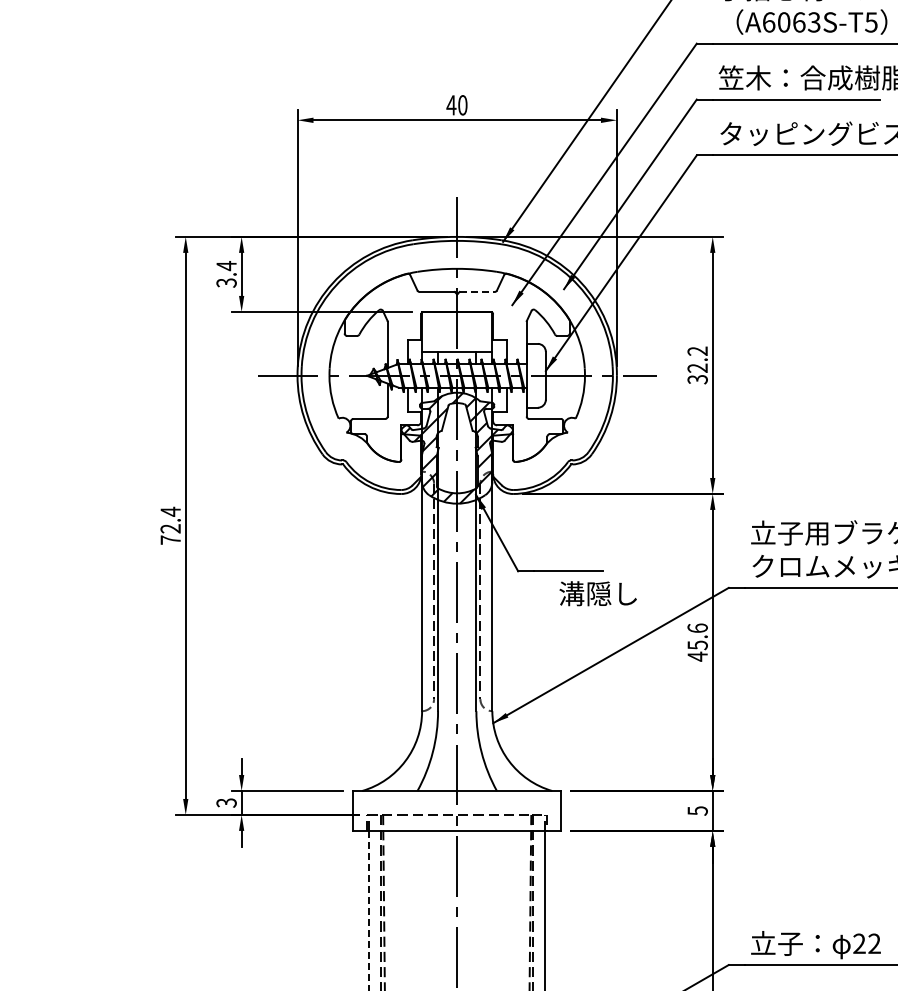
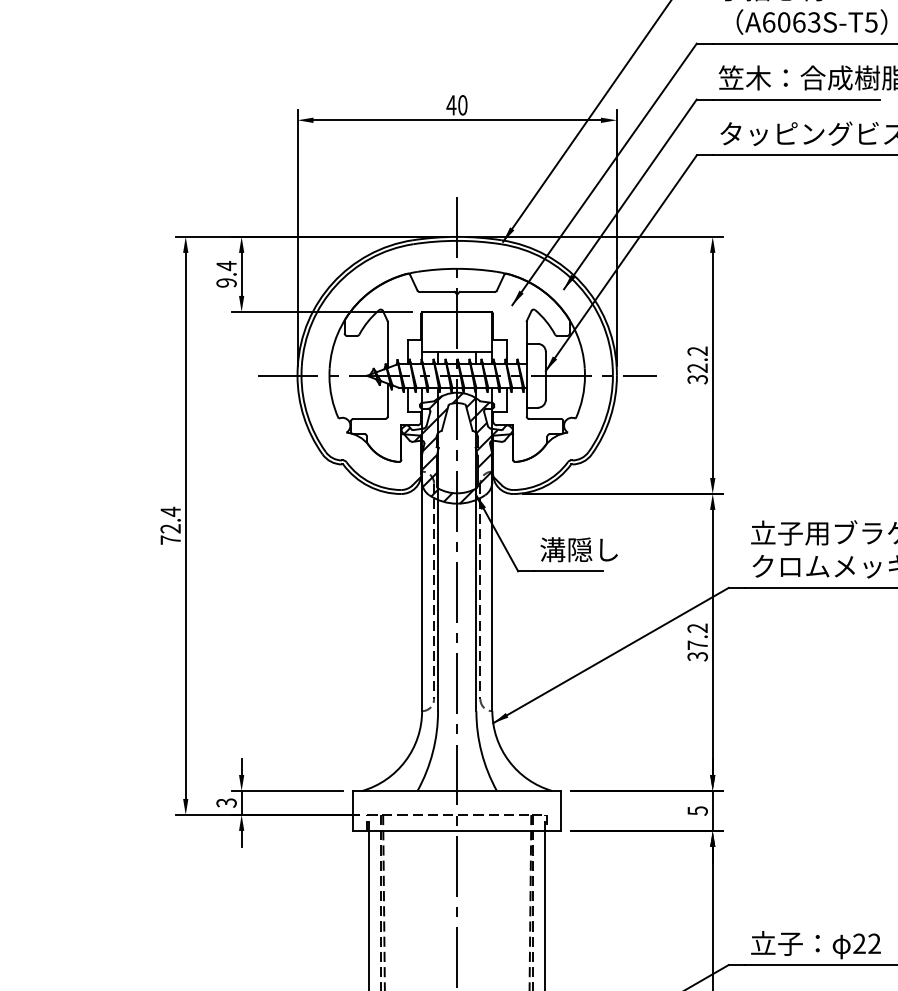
text at (226, 282): 3.4 -> 9.4
line at (477, 291): dashed -> solid
text at (597, 593) position: (597, 593) -> (578, 549)
text at (697, 642): 45.6 -> 37.2
line at (369, 910): dashed -> solid
